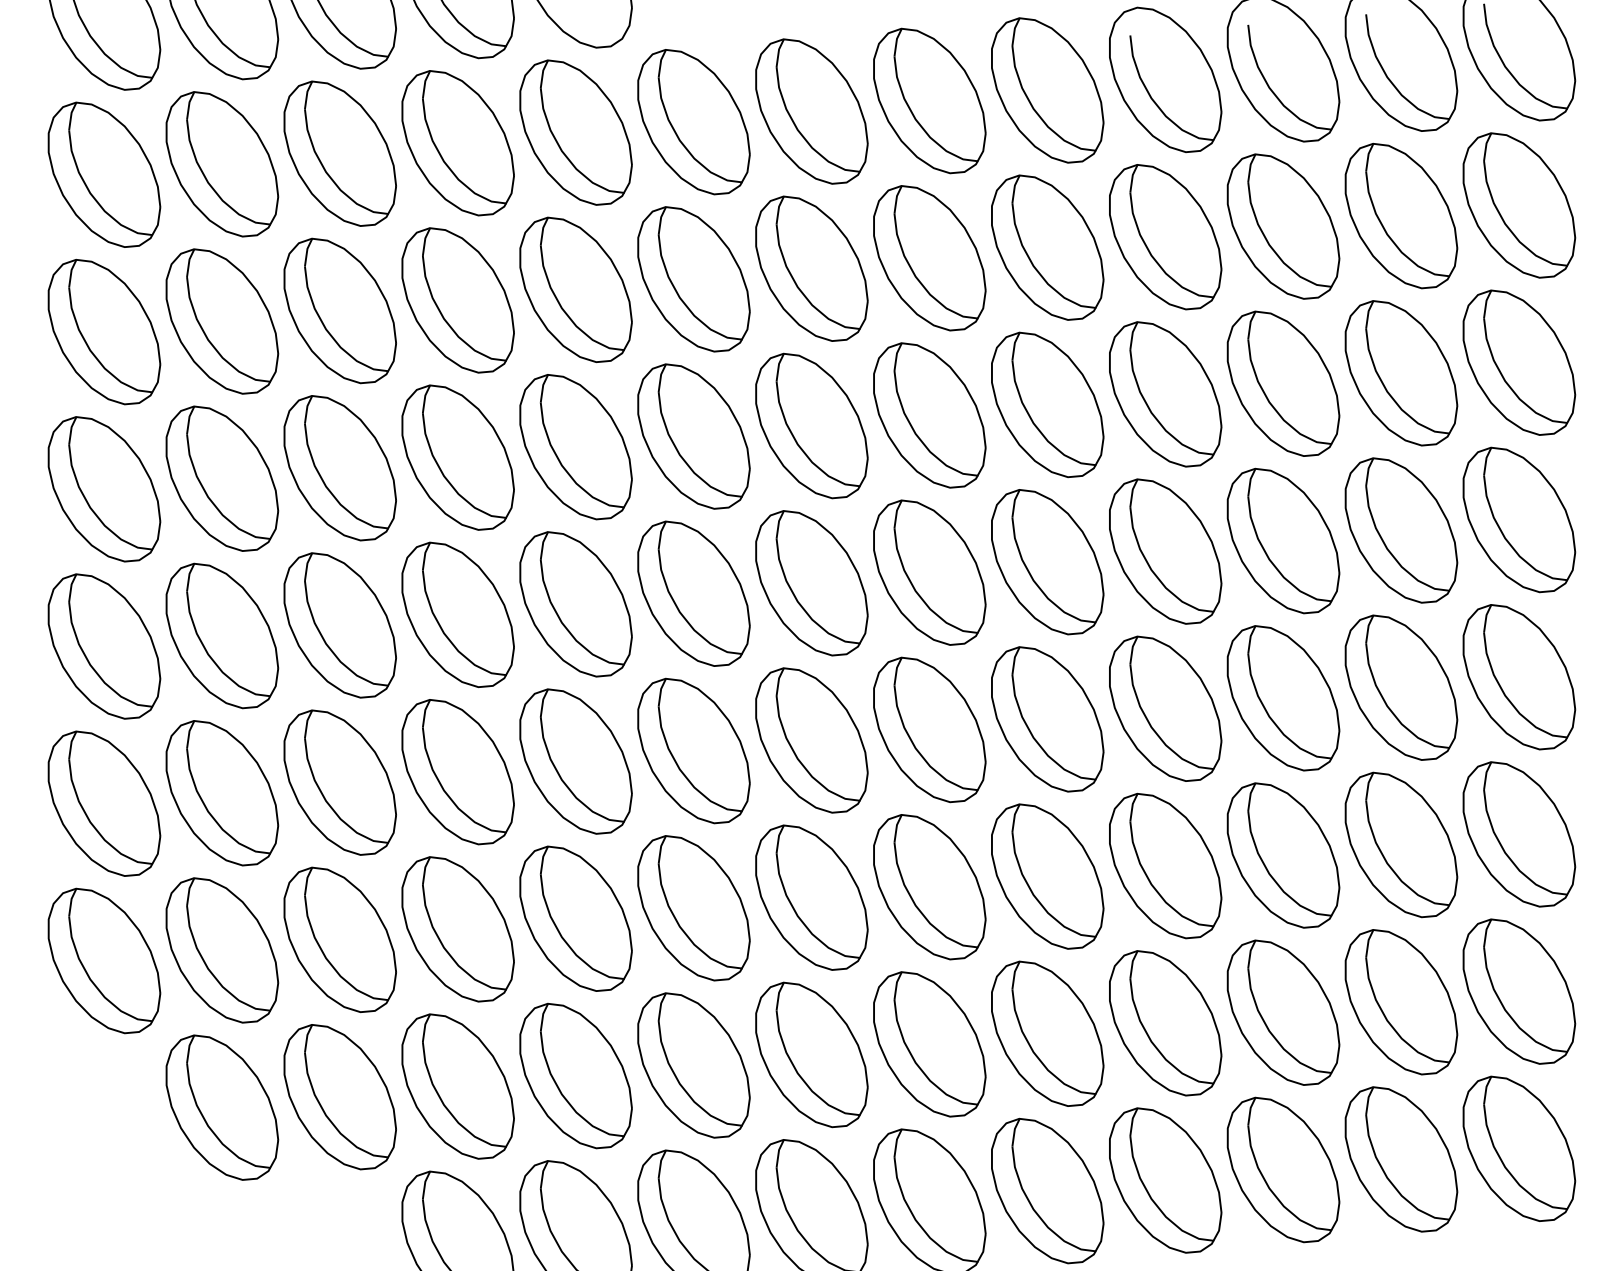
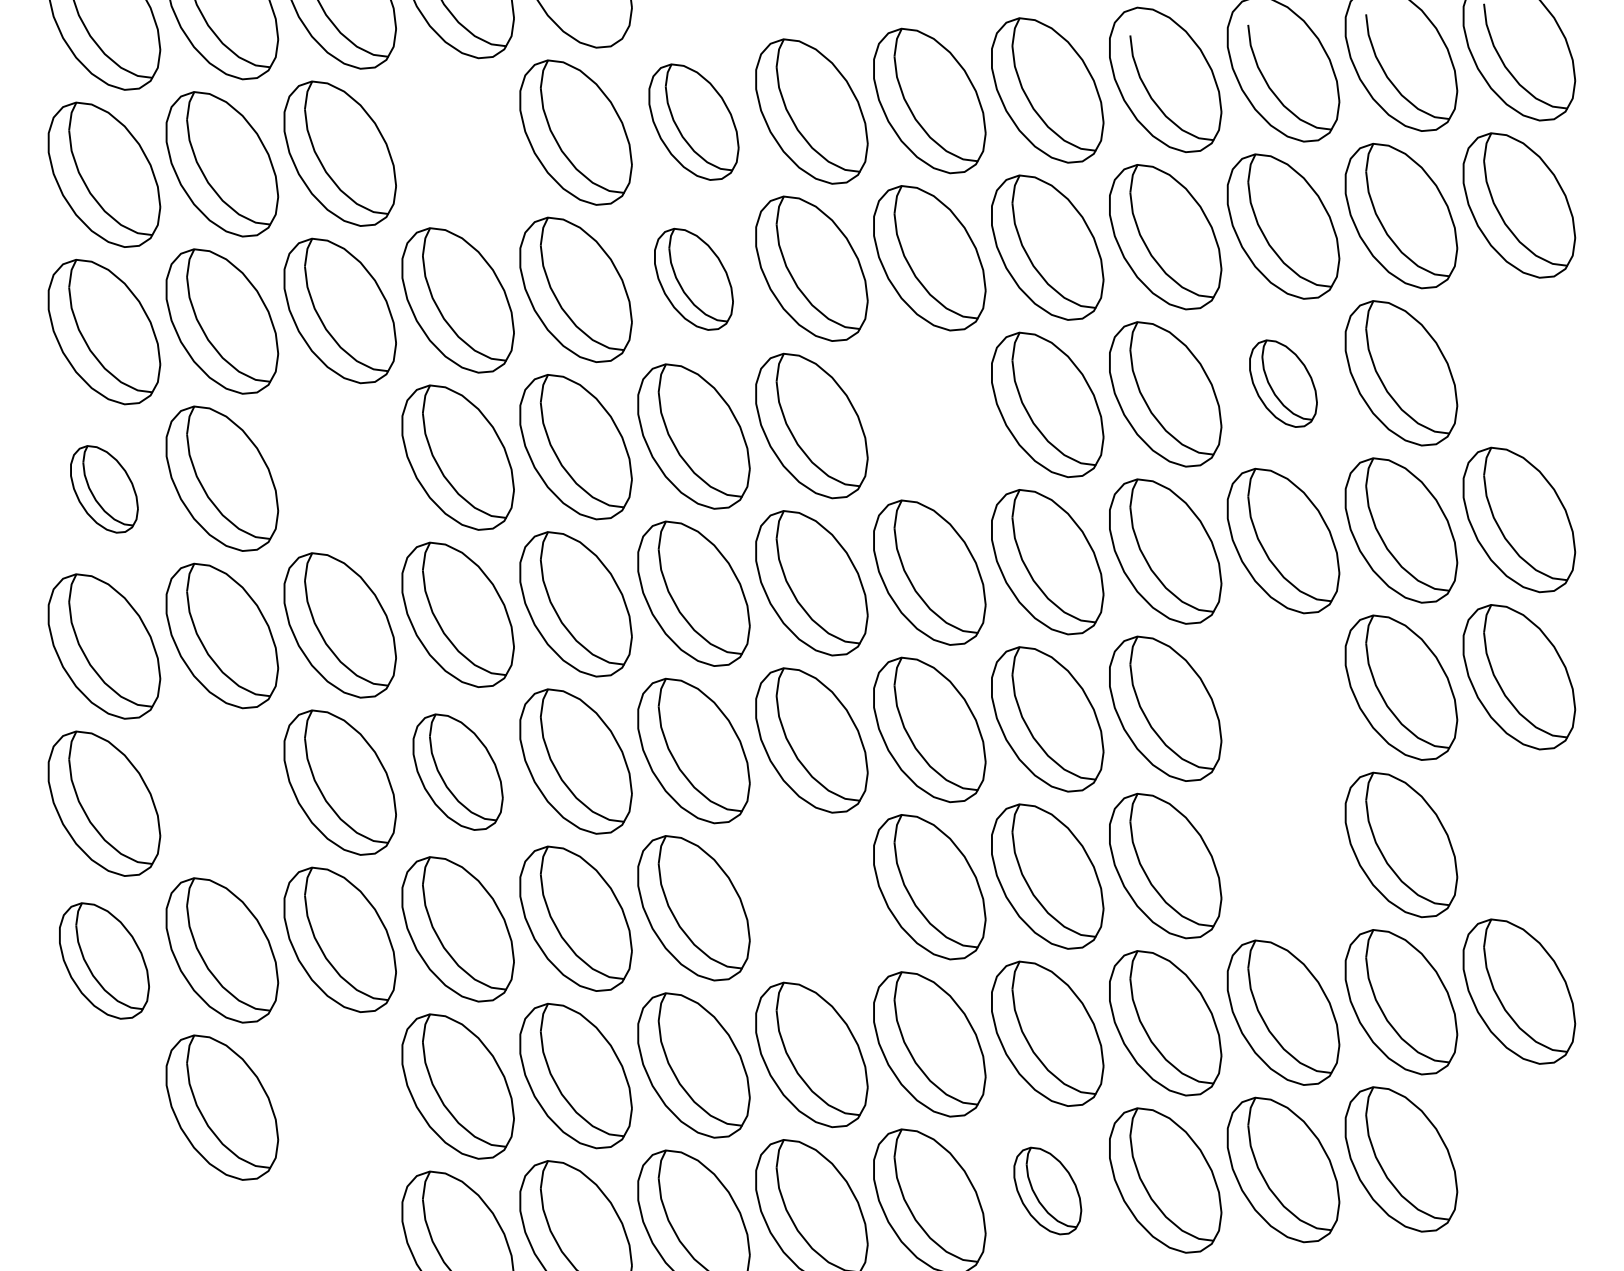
part at (693, 122) size: 114x147 px -> 92x118 px
part at (457, 143): present -> none
part at (693, 279) size: 114x147 px -> 80x104 px
part at (1519, 362): present -> none
part at (1283, 383) size: 115x147 px -> 69x89 px
part at (929, 415): present -> none
part at (339, 468): present -> none
part at (104, 489) size: 115x147 px -> 69x89 px
part at (1283, 698): present -> none
part at (457, 772) size: 114x147 px -> 92x118 px
part at (222, 793): present -> none
part at (1519, 834): present -> none
part at (1283, 855): present -> none
part at (811, 897): present -> none
part at (104, 960) size: 115x148 px -> 91x118 px
part at (339, 1097): present -> none
part at (1519, 1148): present -> none
part at (1047, 1190) size: 114x148 px -> 70x90 px
